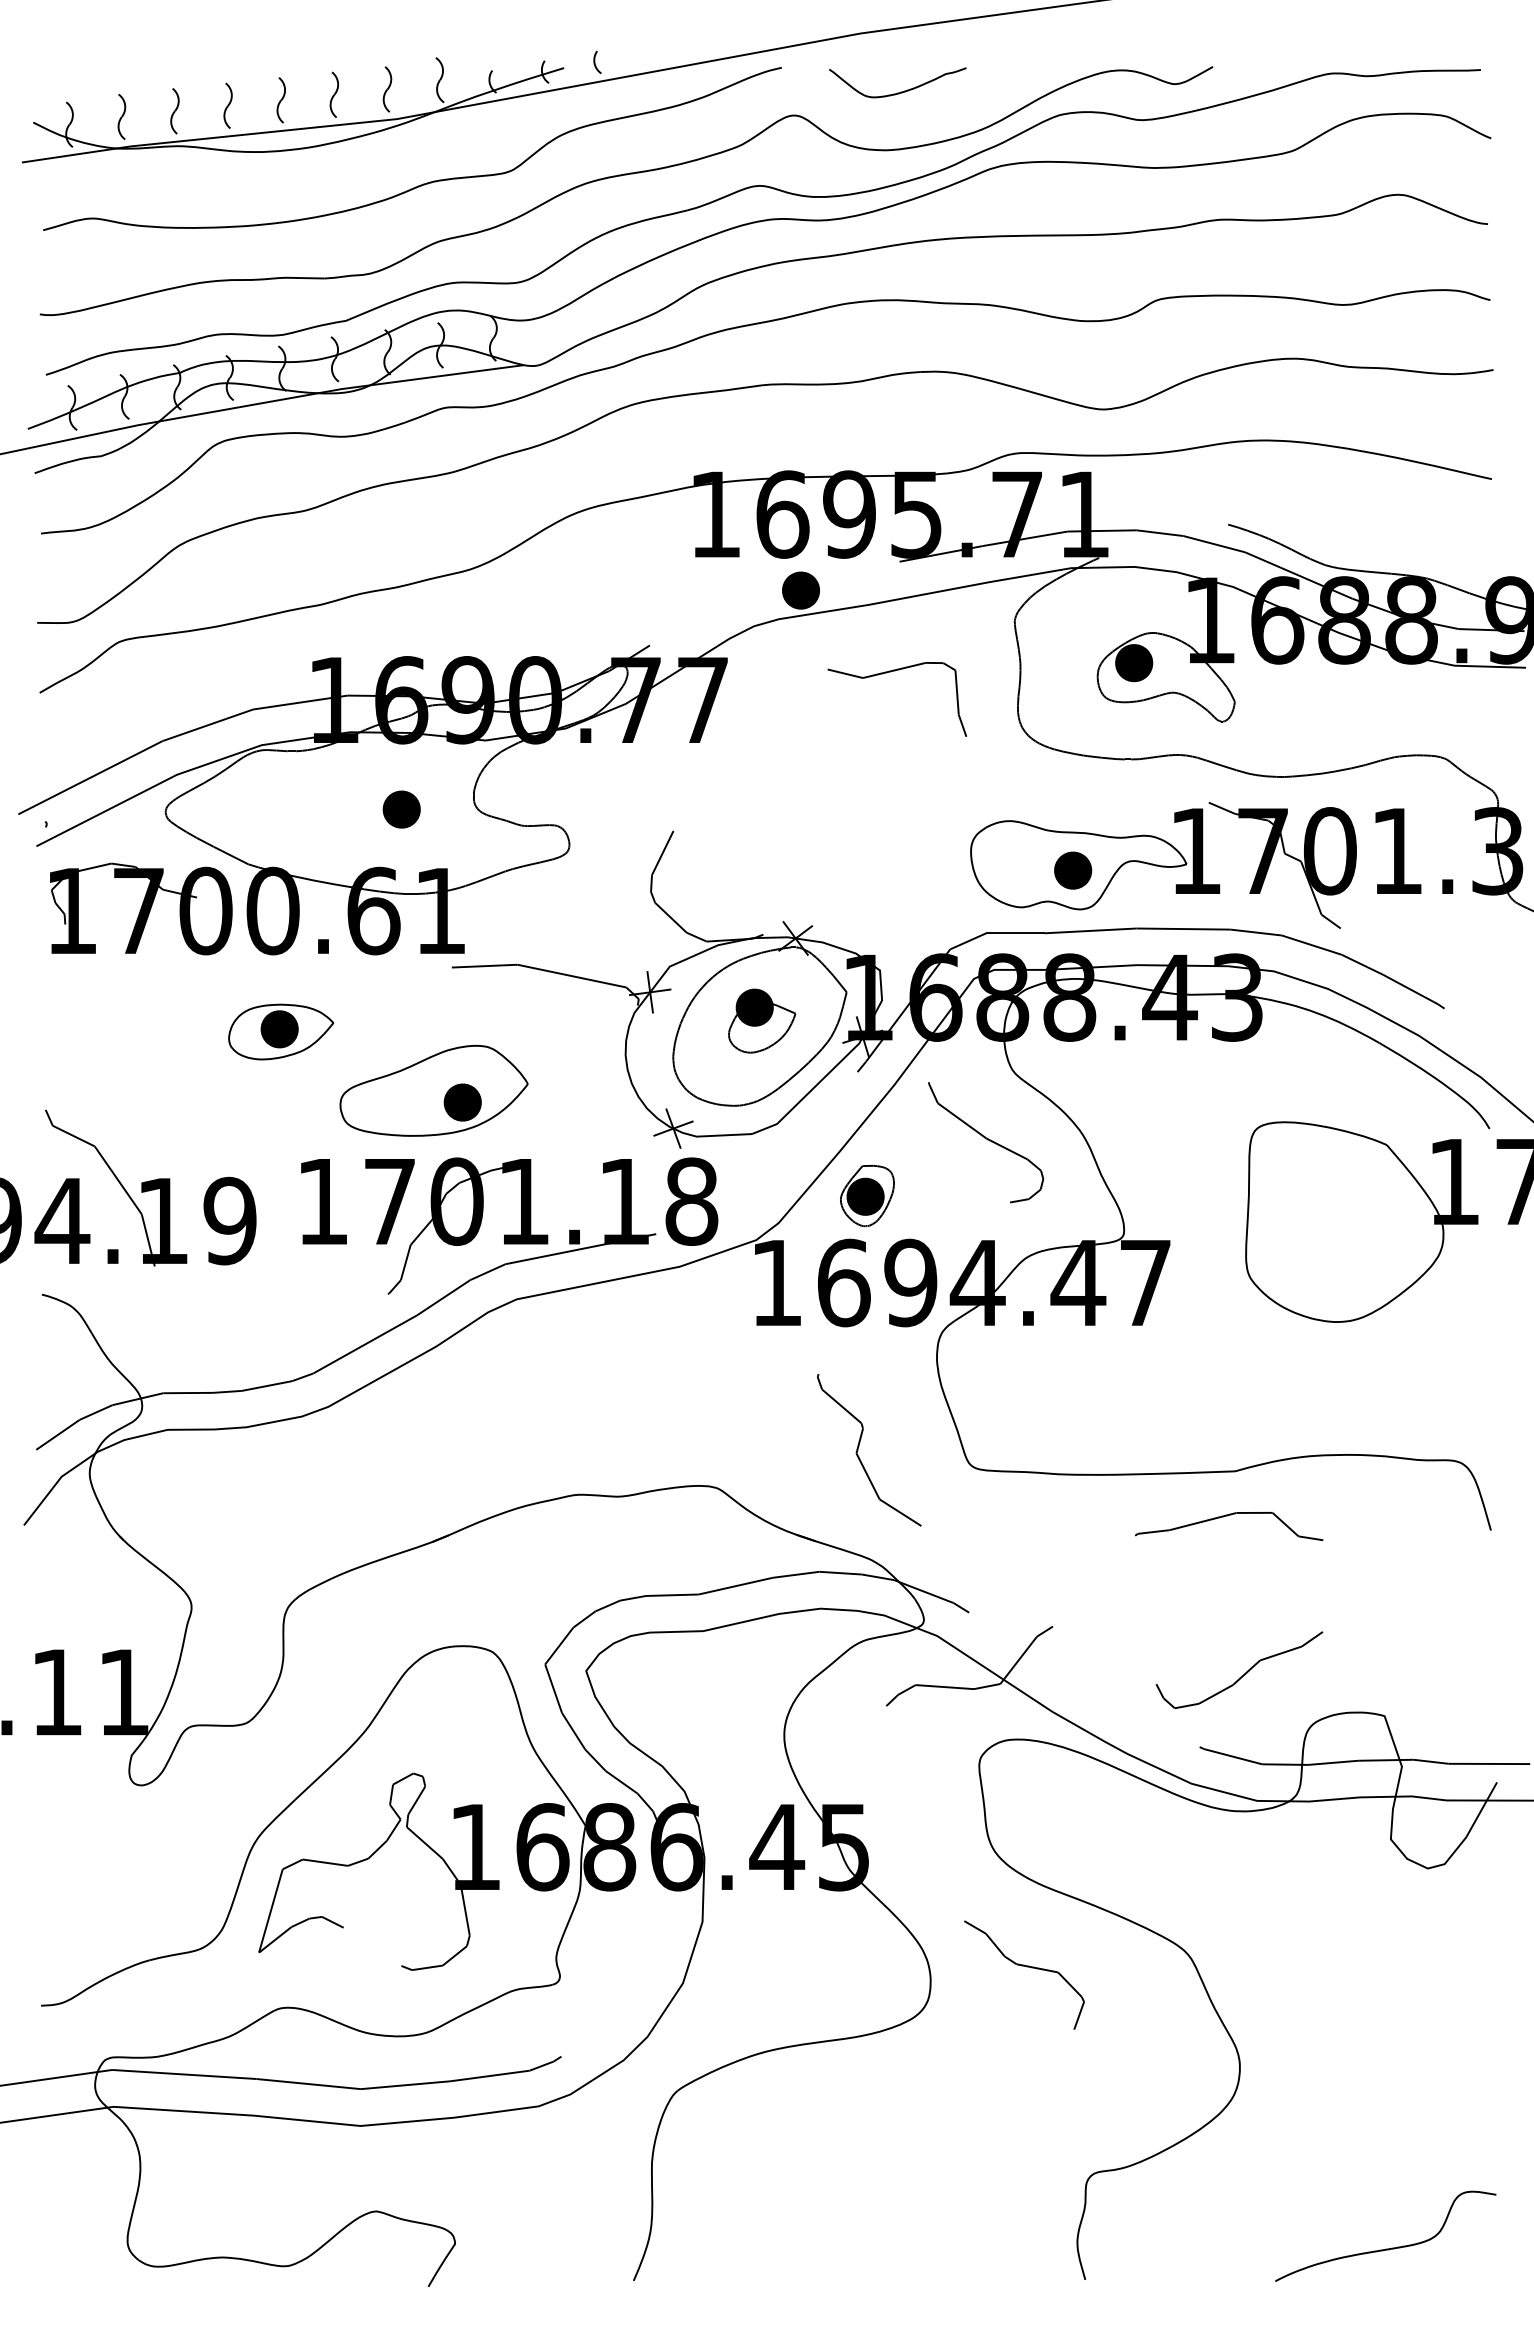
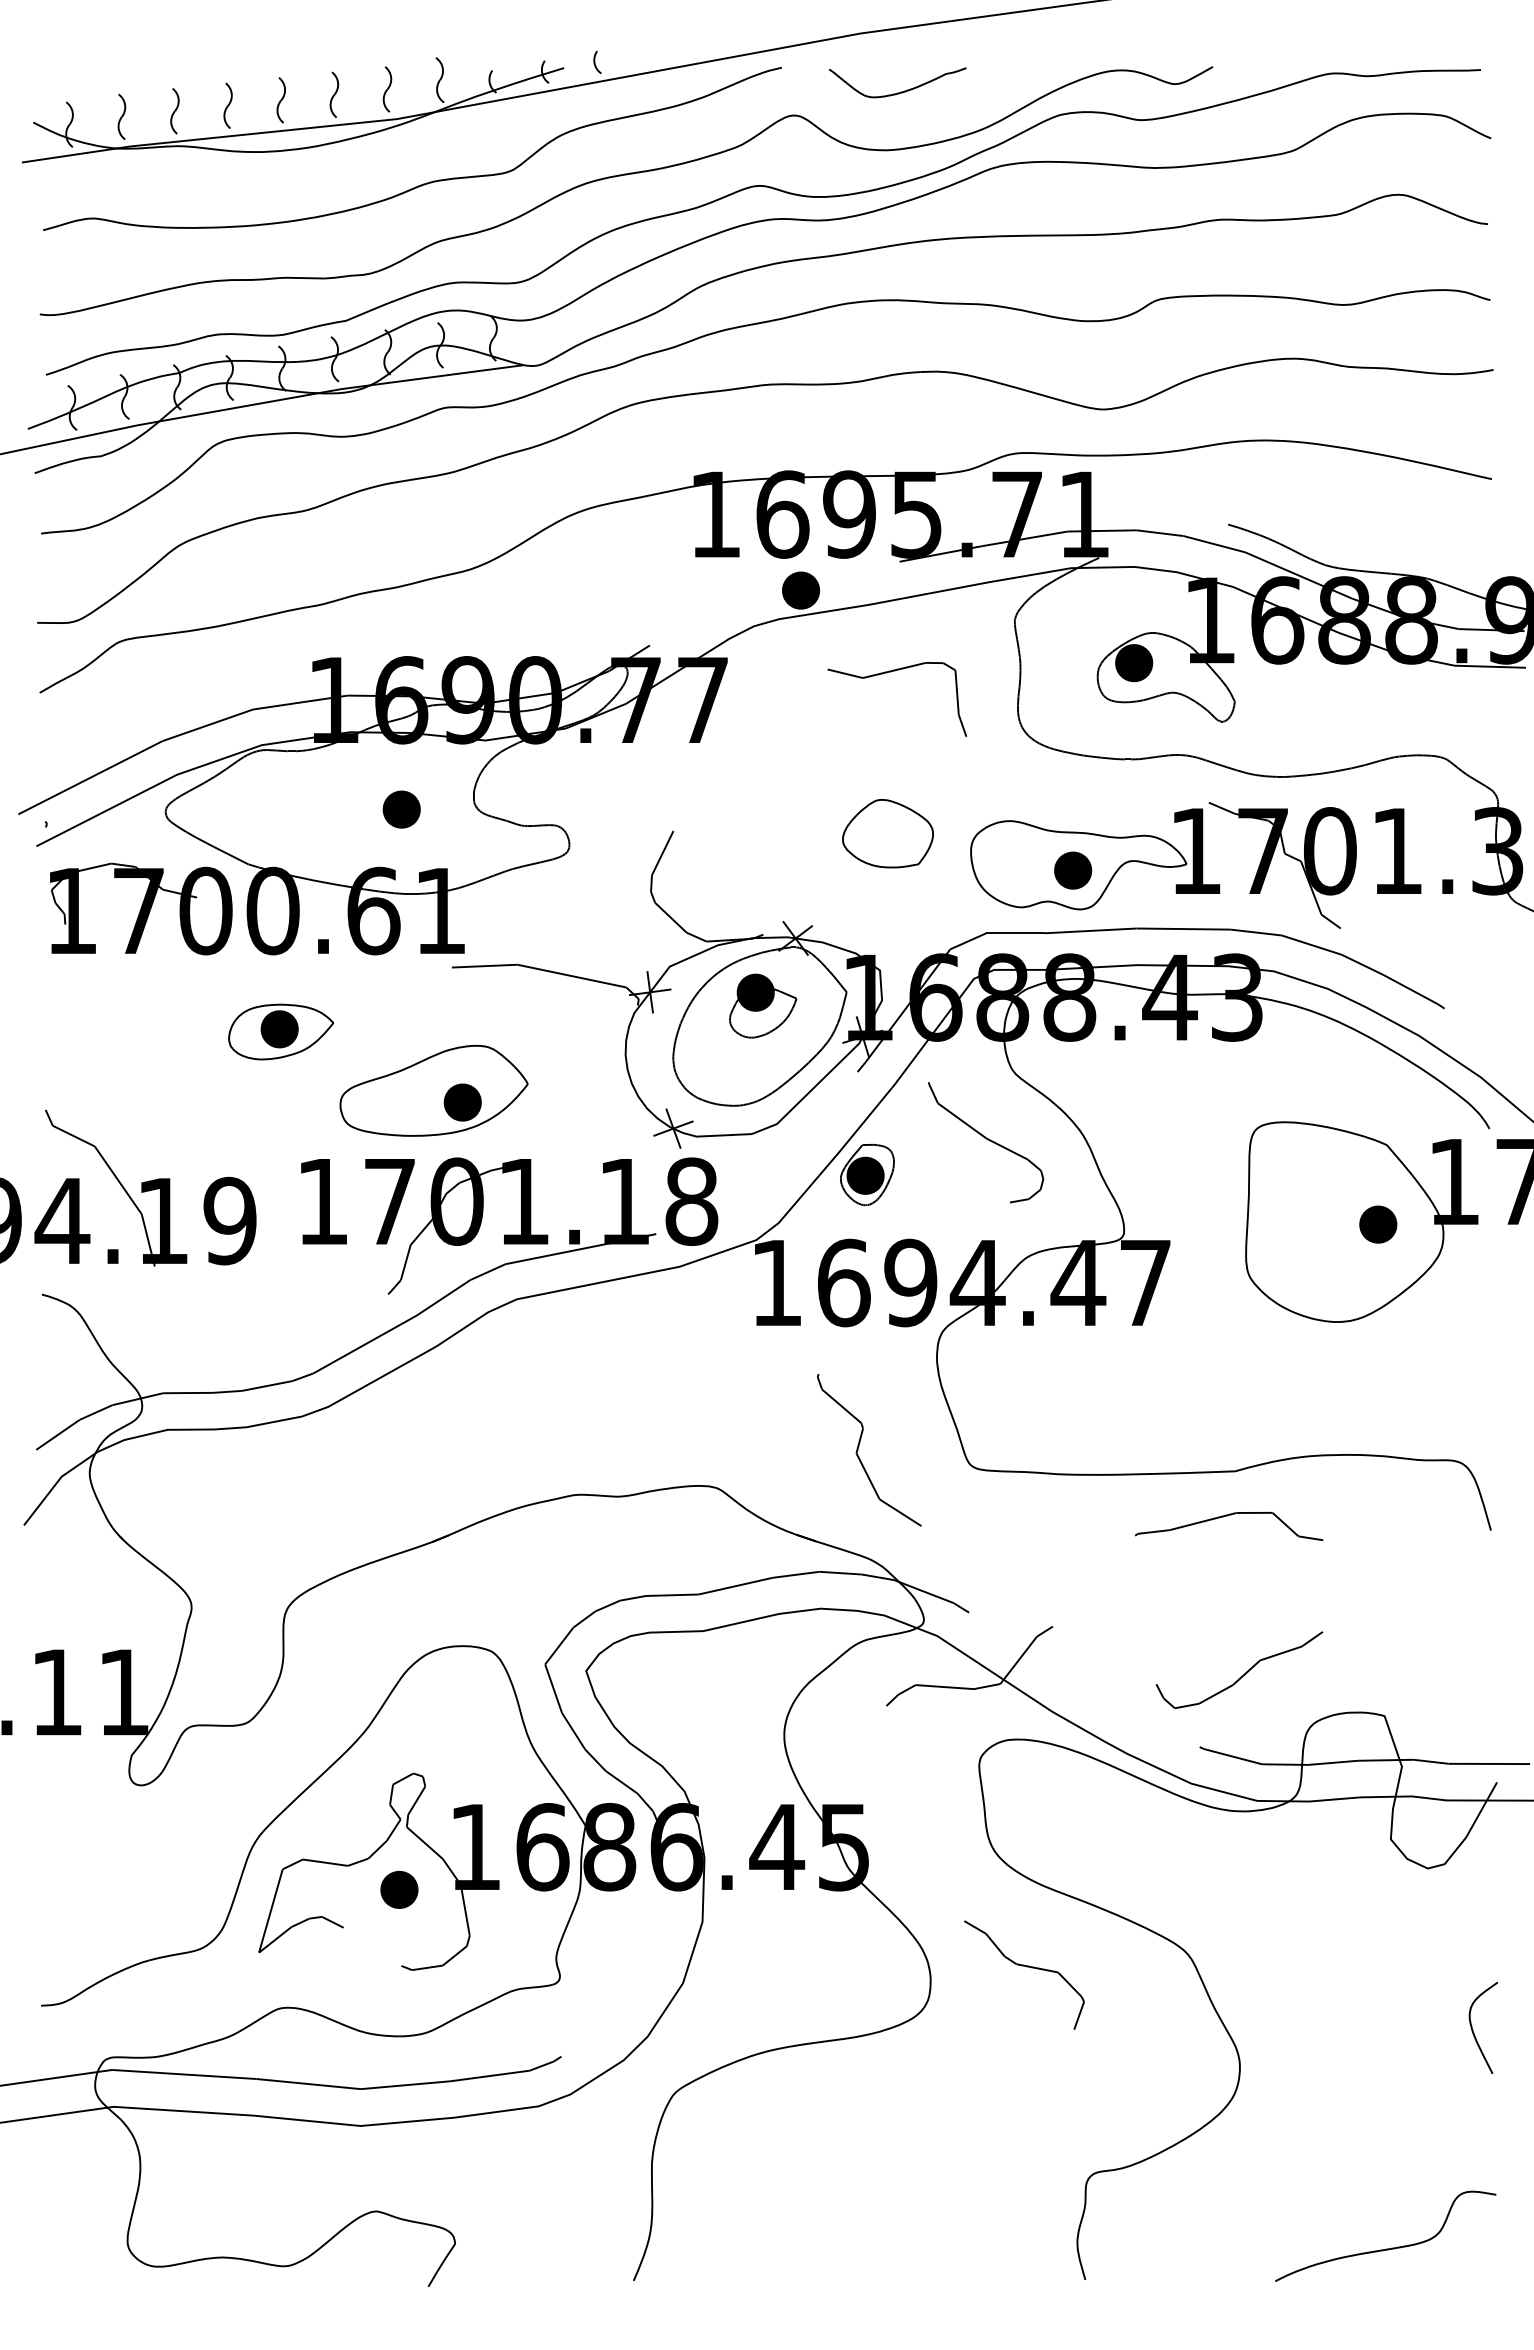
part at (887, 833): none -> present
part at (762, 1020) position: (762, 1020) -> (763, 1005)
part at (867, 1195) position: (867, 1195) -> (867, 1174)
part at (1378, 1224): none -> present
part at (399, 1889): none -> present
curve at (1473, 2029): none -> present
